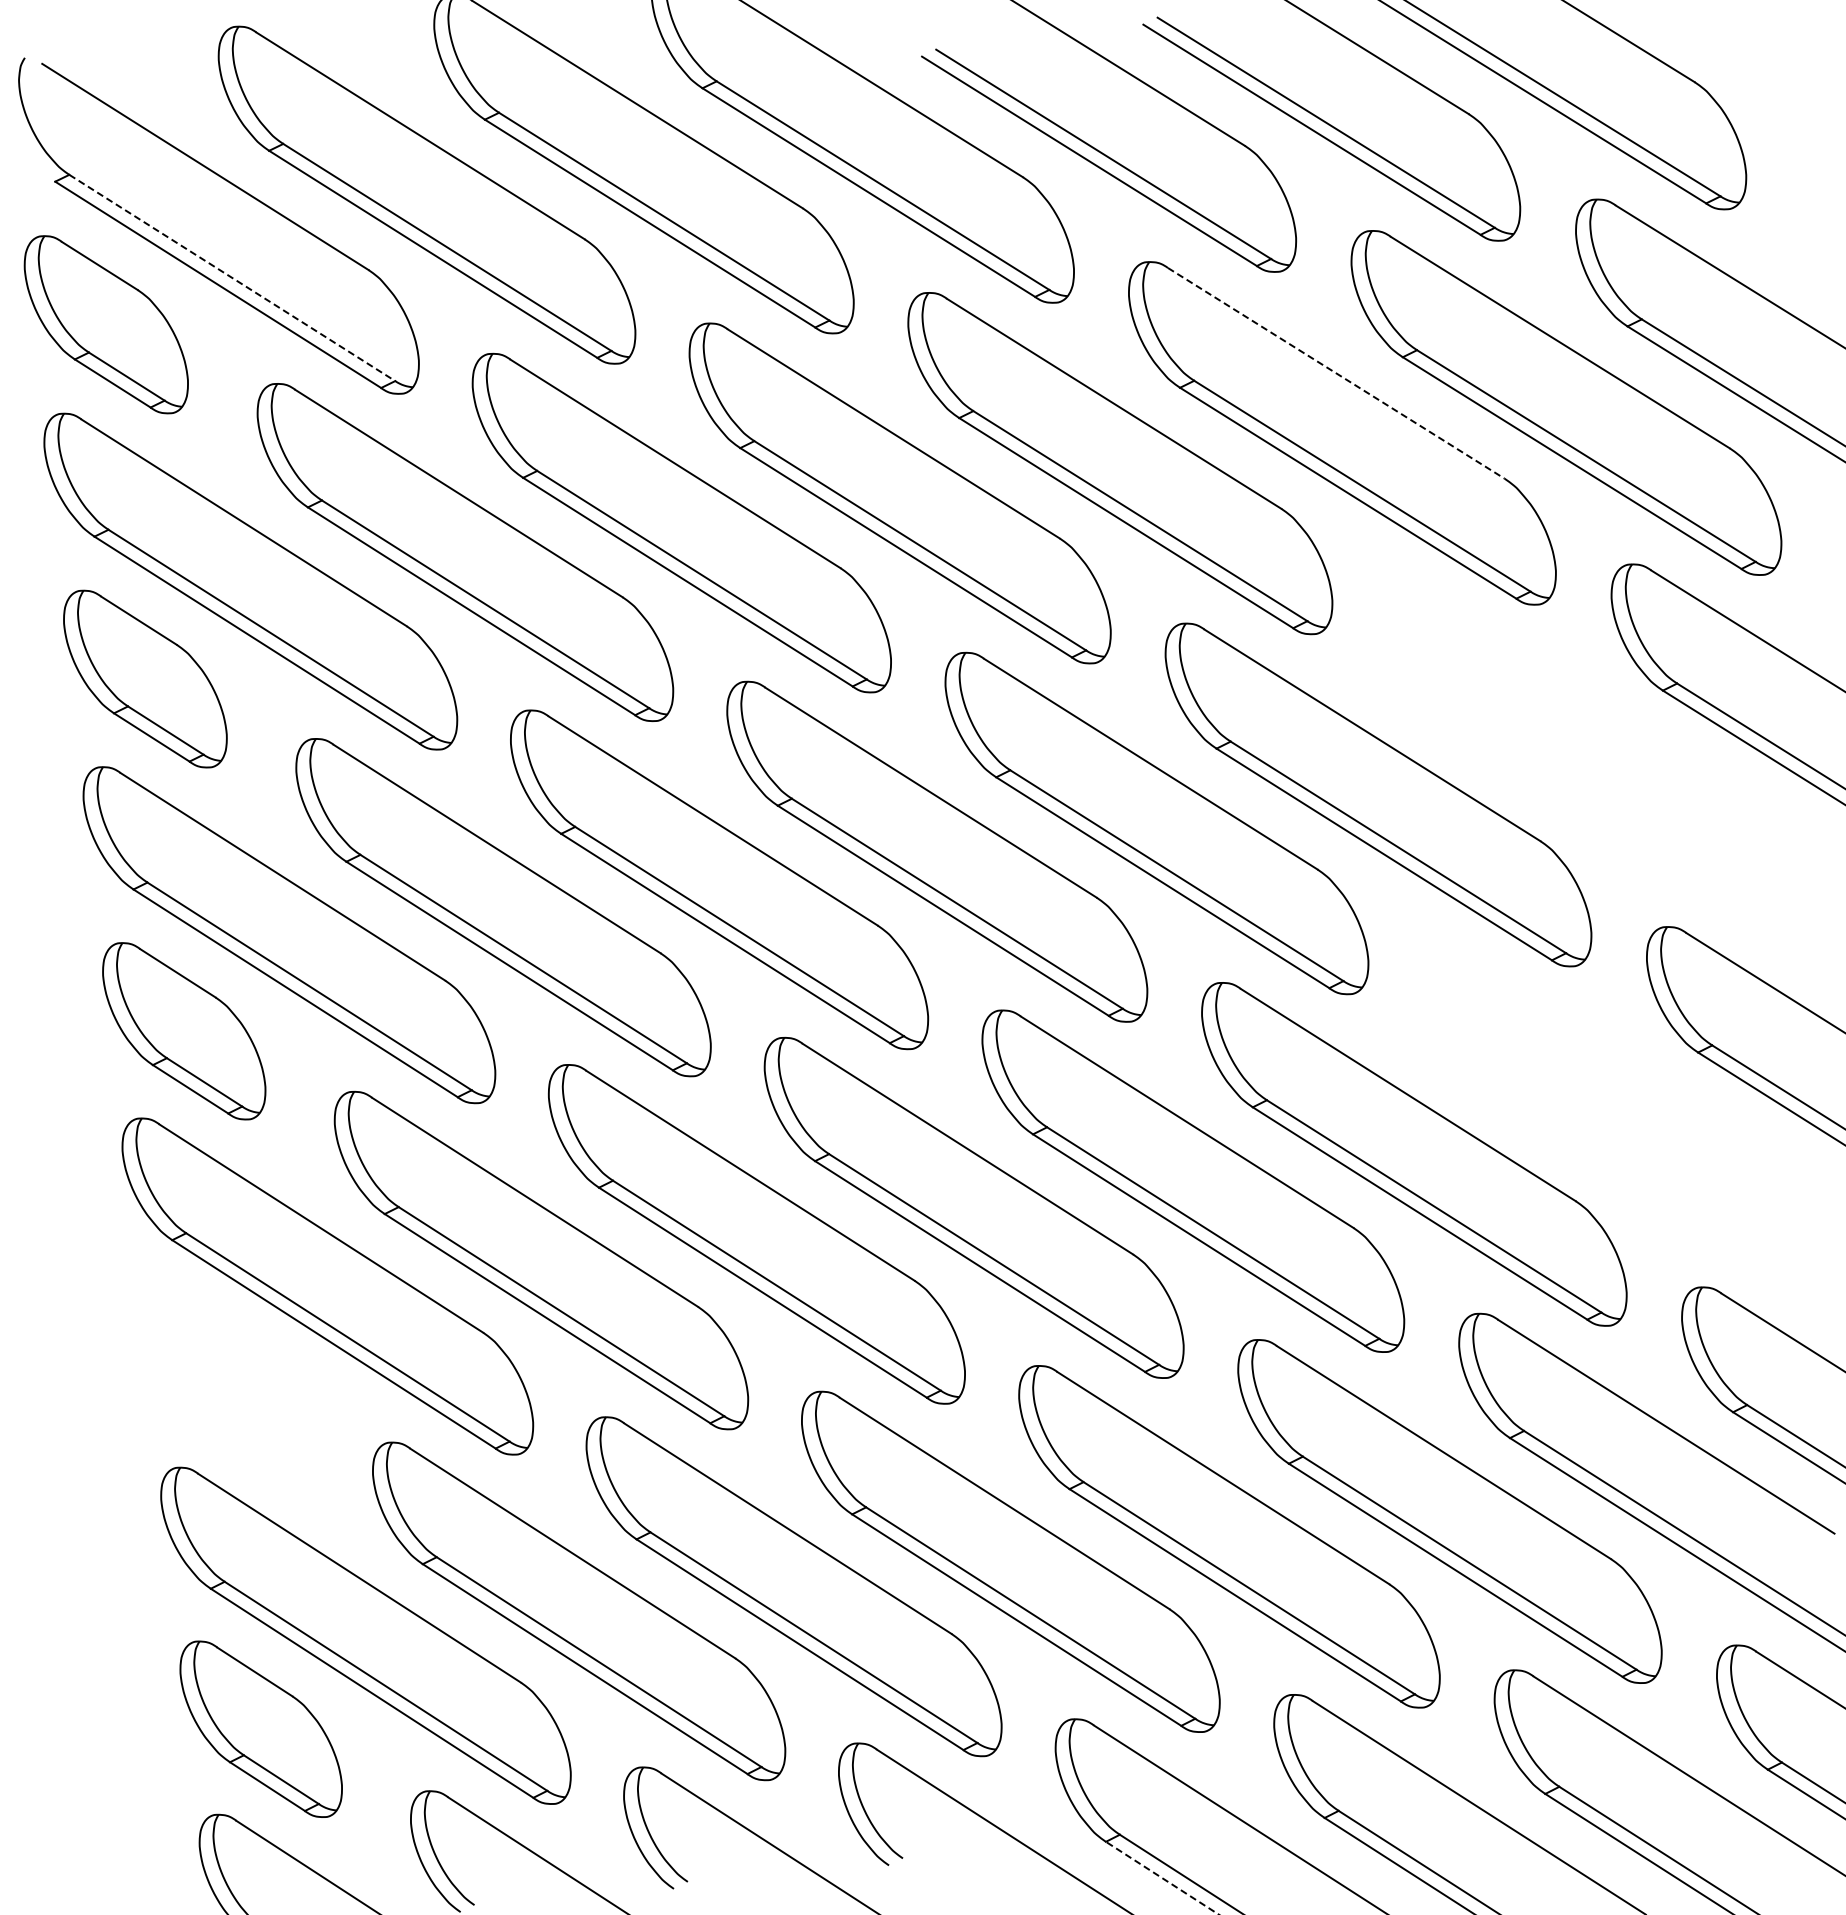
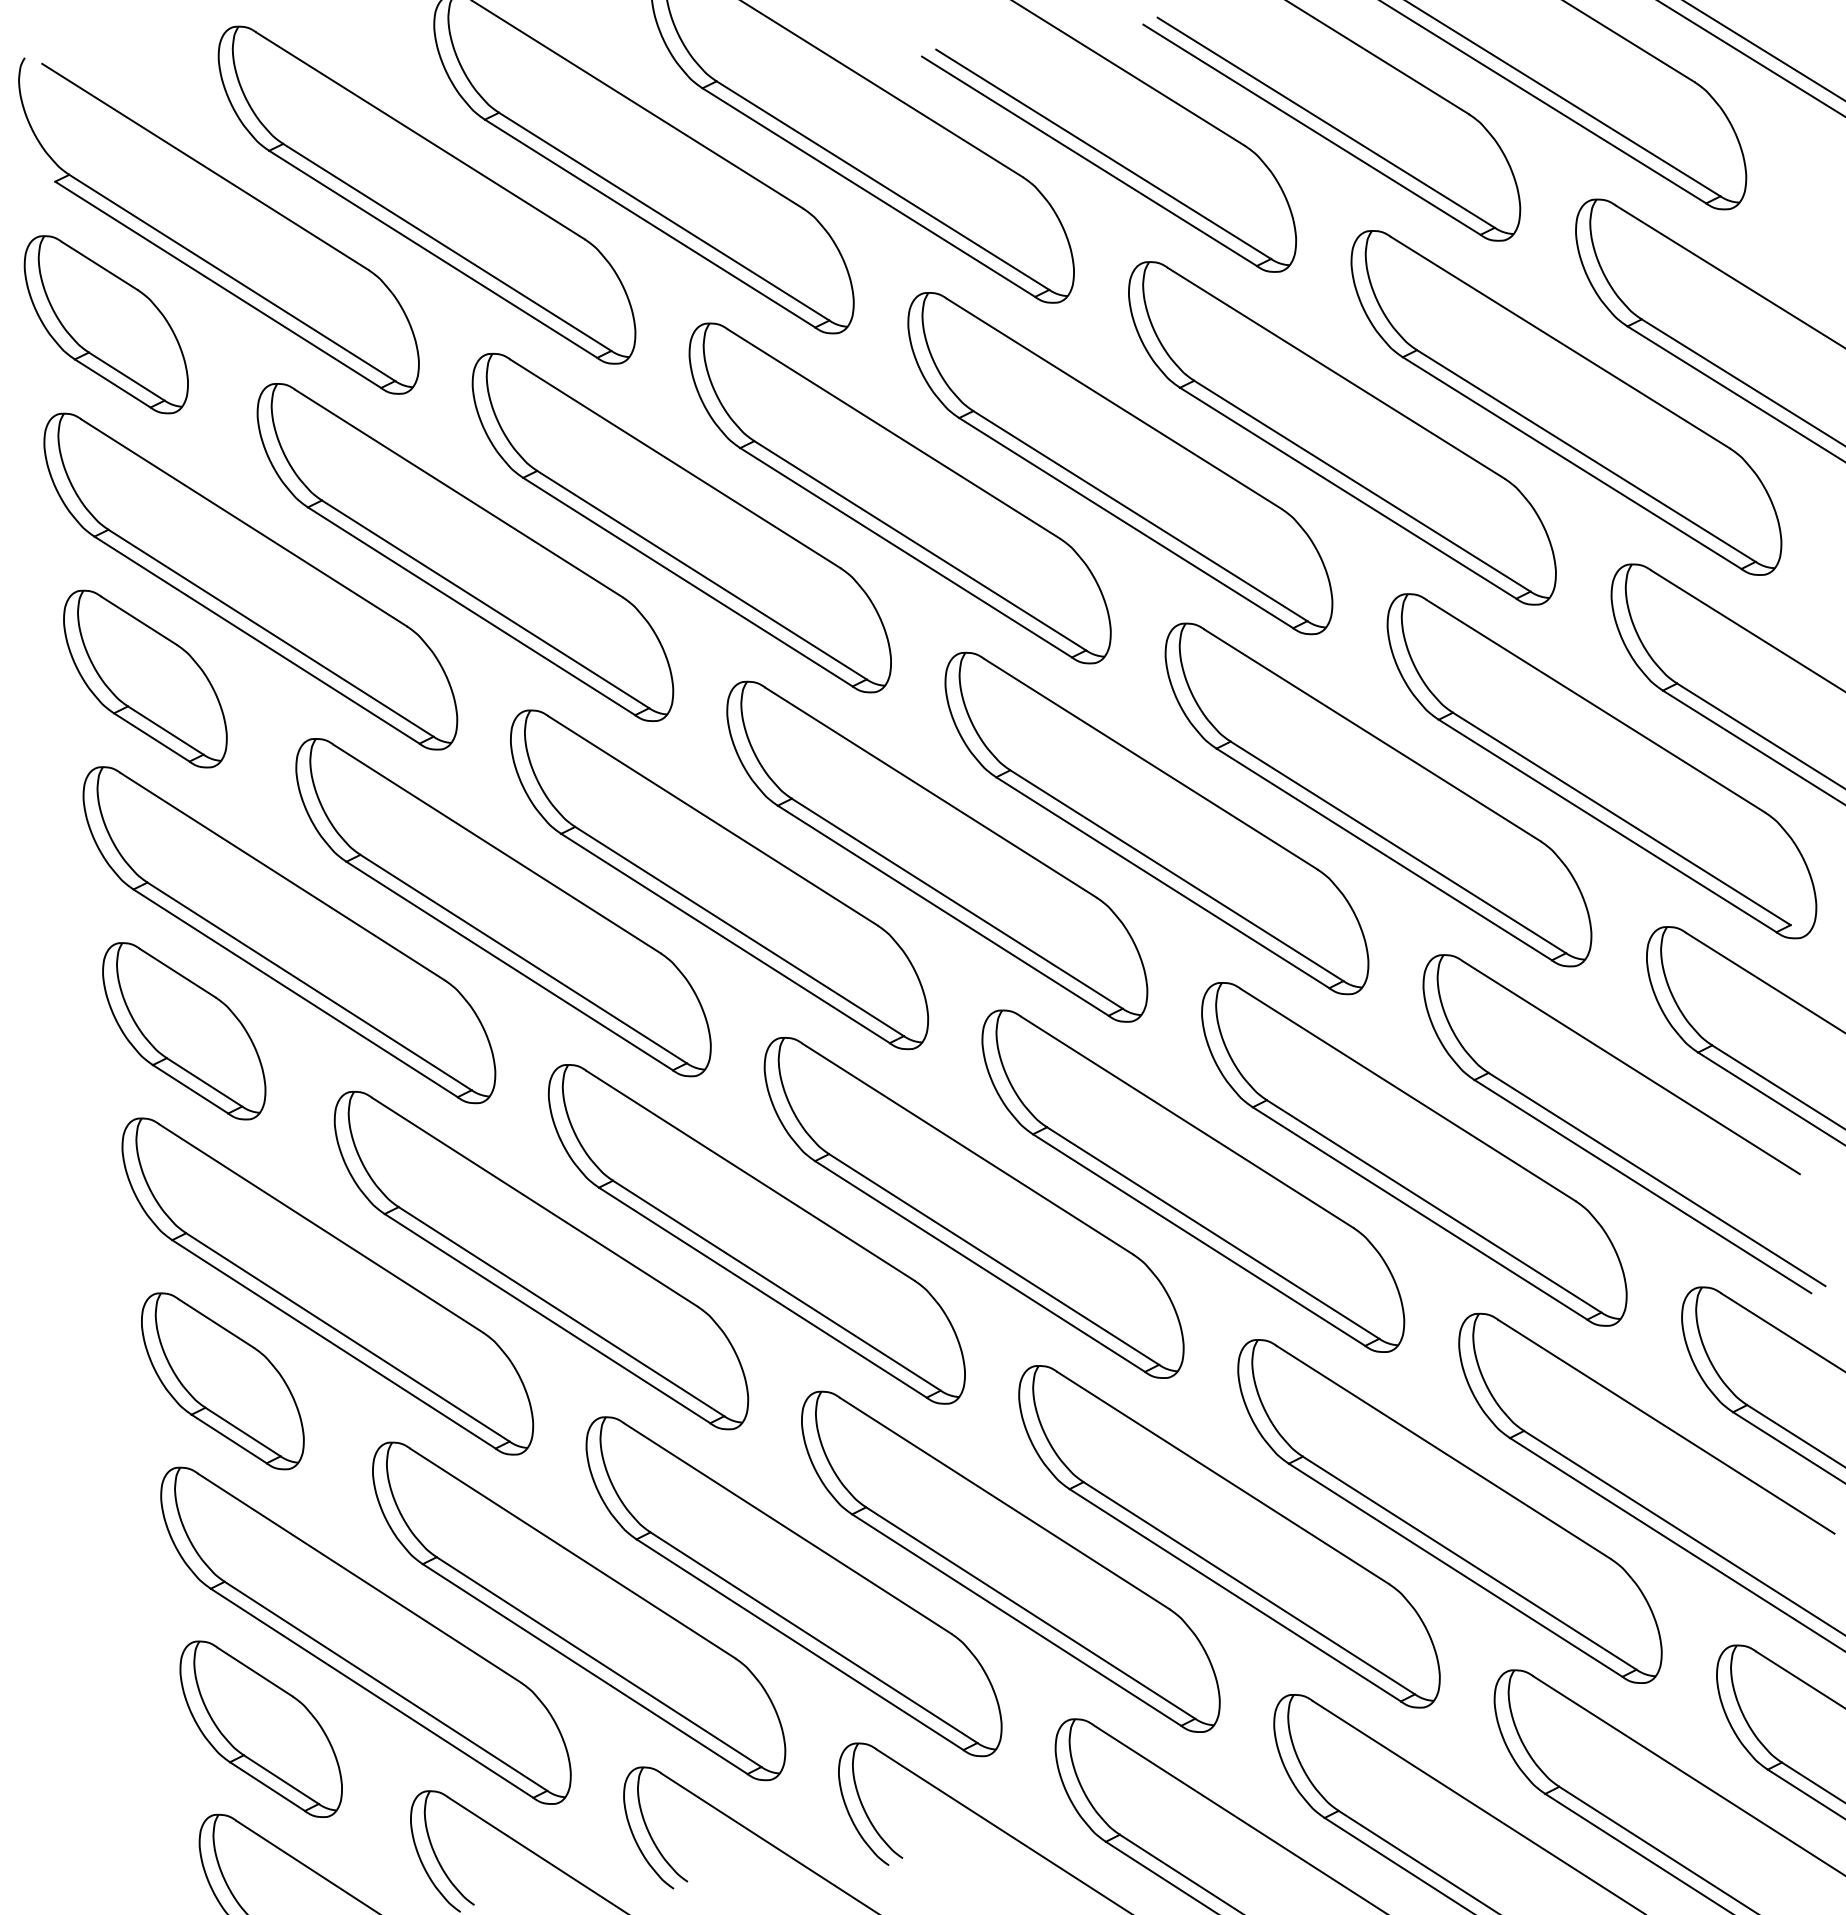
line at (1764, 50): none -> present
line at (1750, 58): none -> present
line at (232, 277): dashed -> solid
line at (1336, 373): dashed -> solid
part at (1601, 766): none -> present
part at (1608, 1147): none -> present
part at (222, 1381): none -> present
line at (1162, 1878): dashed -> solid
